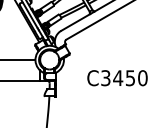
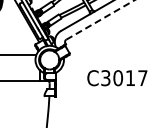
line at (100, 19): solid -> dashed
line at (18, 59) position: (18, 59) -> (18, 54)
text at (130, 78): C3450 -> C3017
